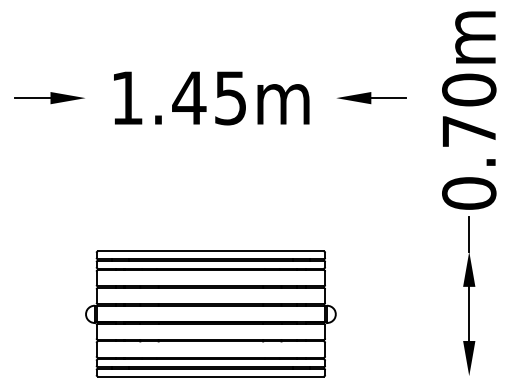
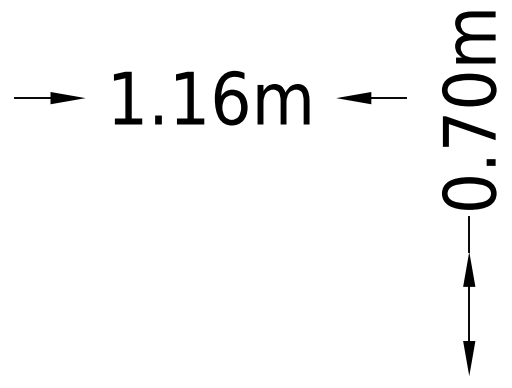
text at (209, 97): 1.45m -> 1.16m
part at (210, 313): present -> none
